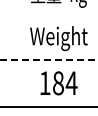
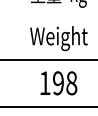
line at (49, 59): dashed -> solid
text at (65, 83): 184 -> 198
